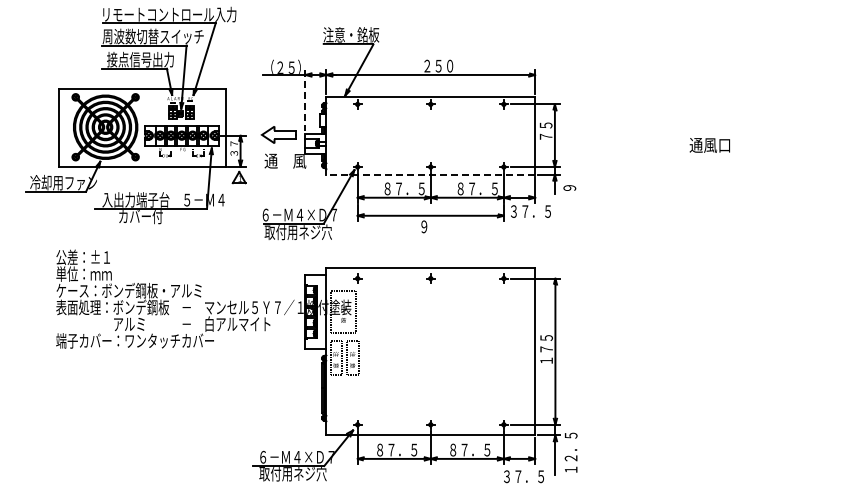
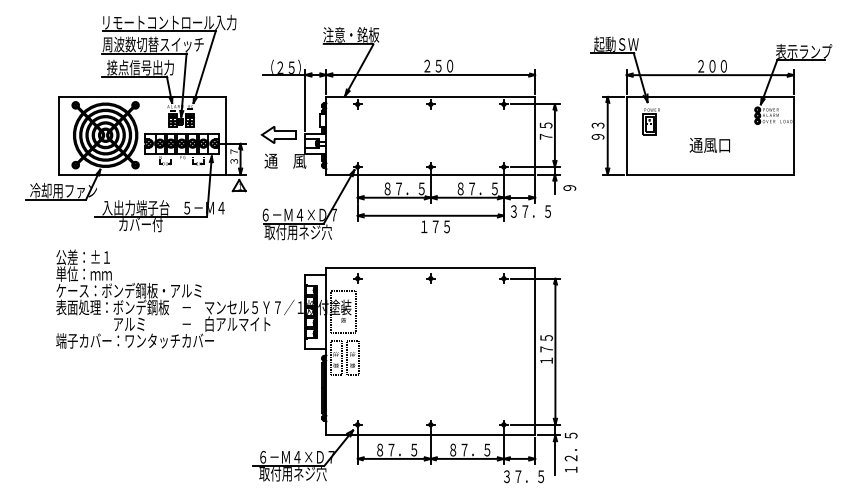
line at (305, 100): dashed -> solid
part at (711, 105): none -> present
part at (135, 115) position: (135, 115) -> (135, 123)
line at (430, 174): dashed -> solid
text at (435, 226): ９ -> １７５
